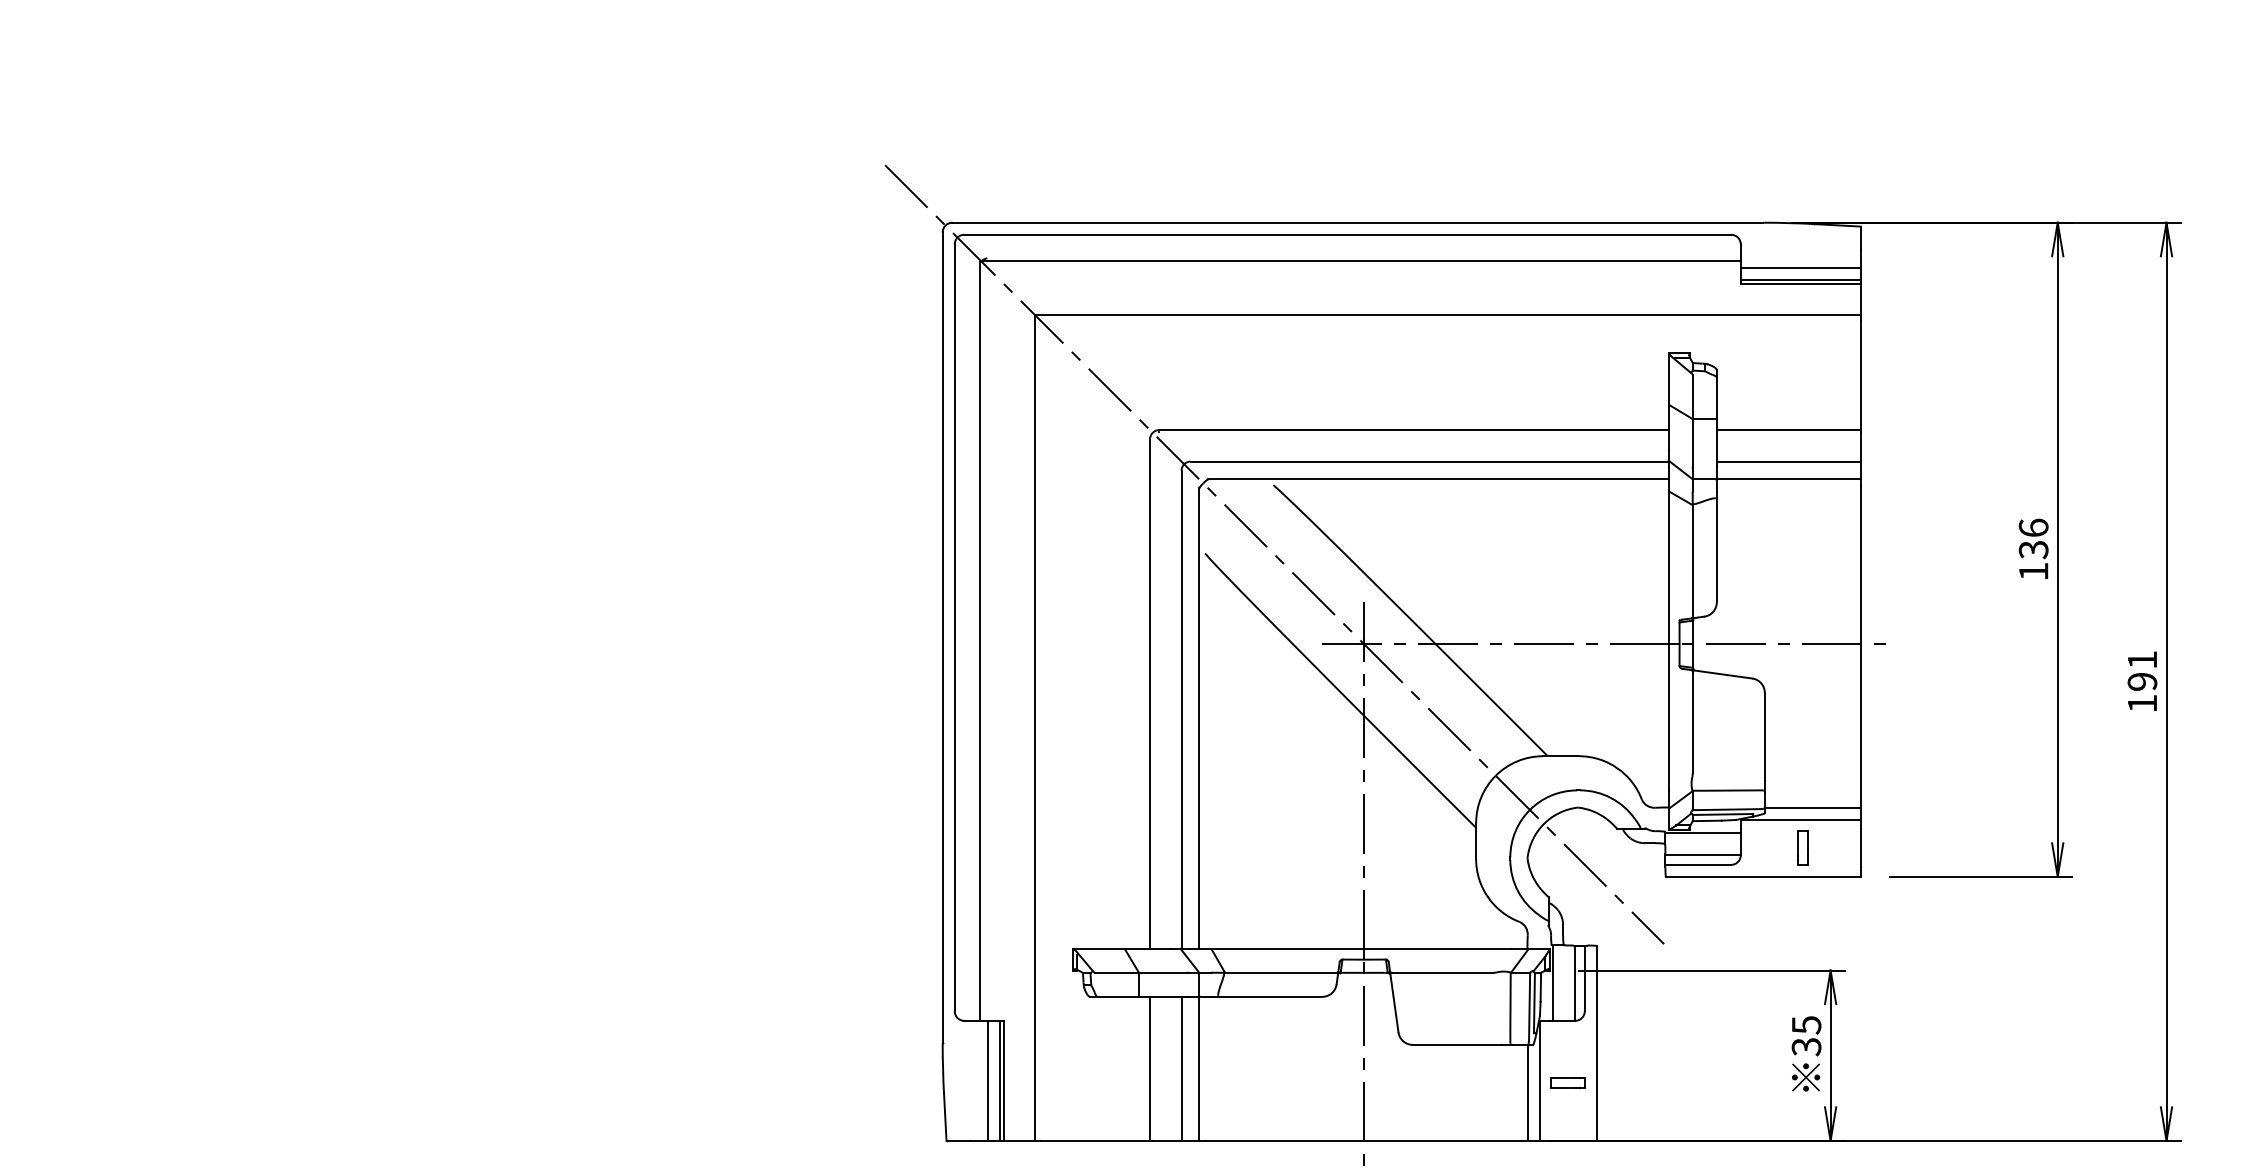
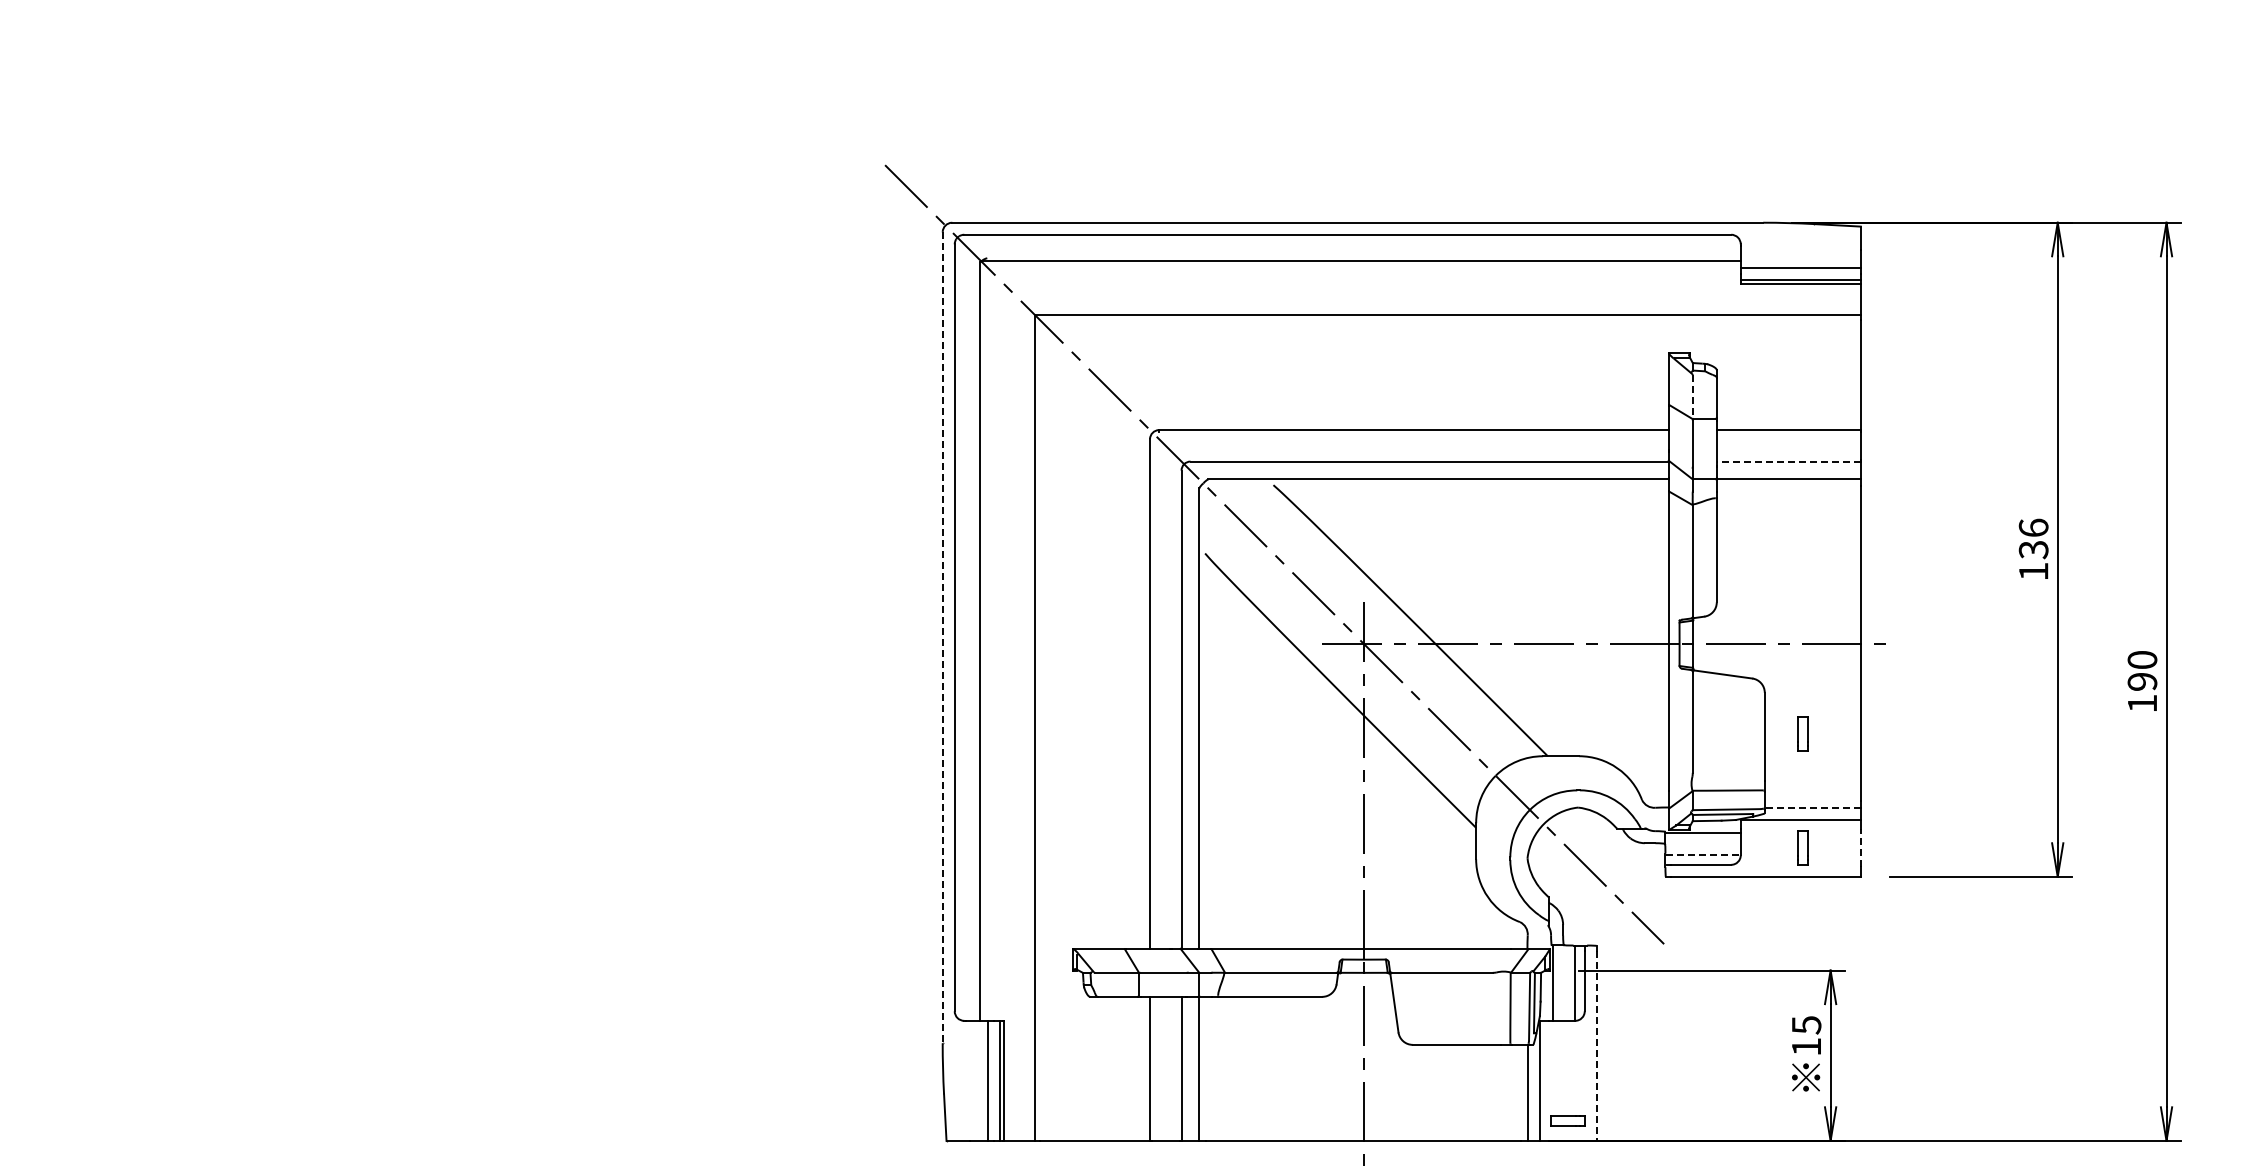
line at (1692, 397): solid -> dashed
line at (1788, 462): solid -> dashed
line at (942, 638): solid -> dashed
text at (2142, 659): 191 -> 190
part at (1802, 733): none -> present
line at (1812, 808): solid -> dashed
line at (1860, 847): solid -> dashed
line at (1703, 855): solid -> dashed
line at (1596, 1046): solid -> dashed
text at (1806, 1047): 35 -> 15
part at (1567, 1082) position: (1567, 1082) -> (1567, 1120)
